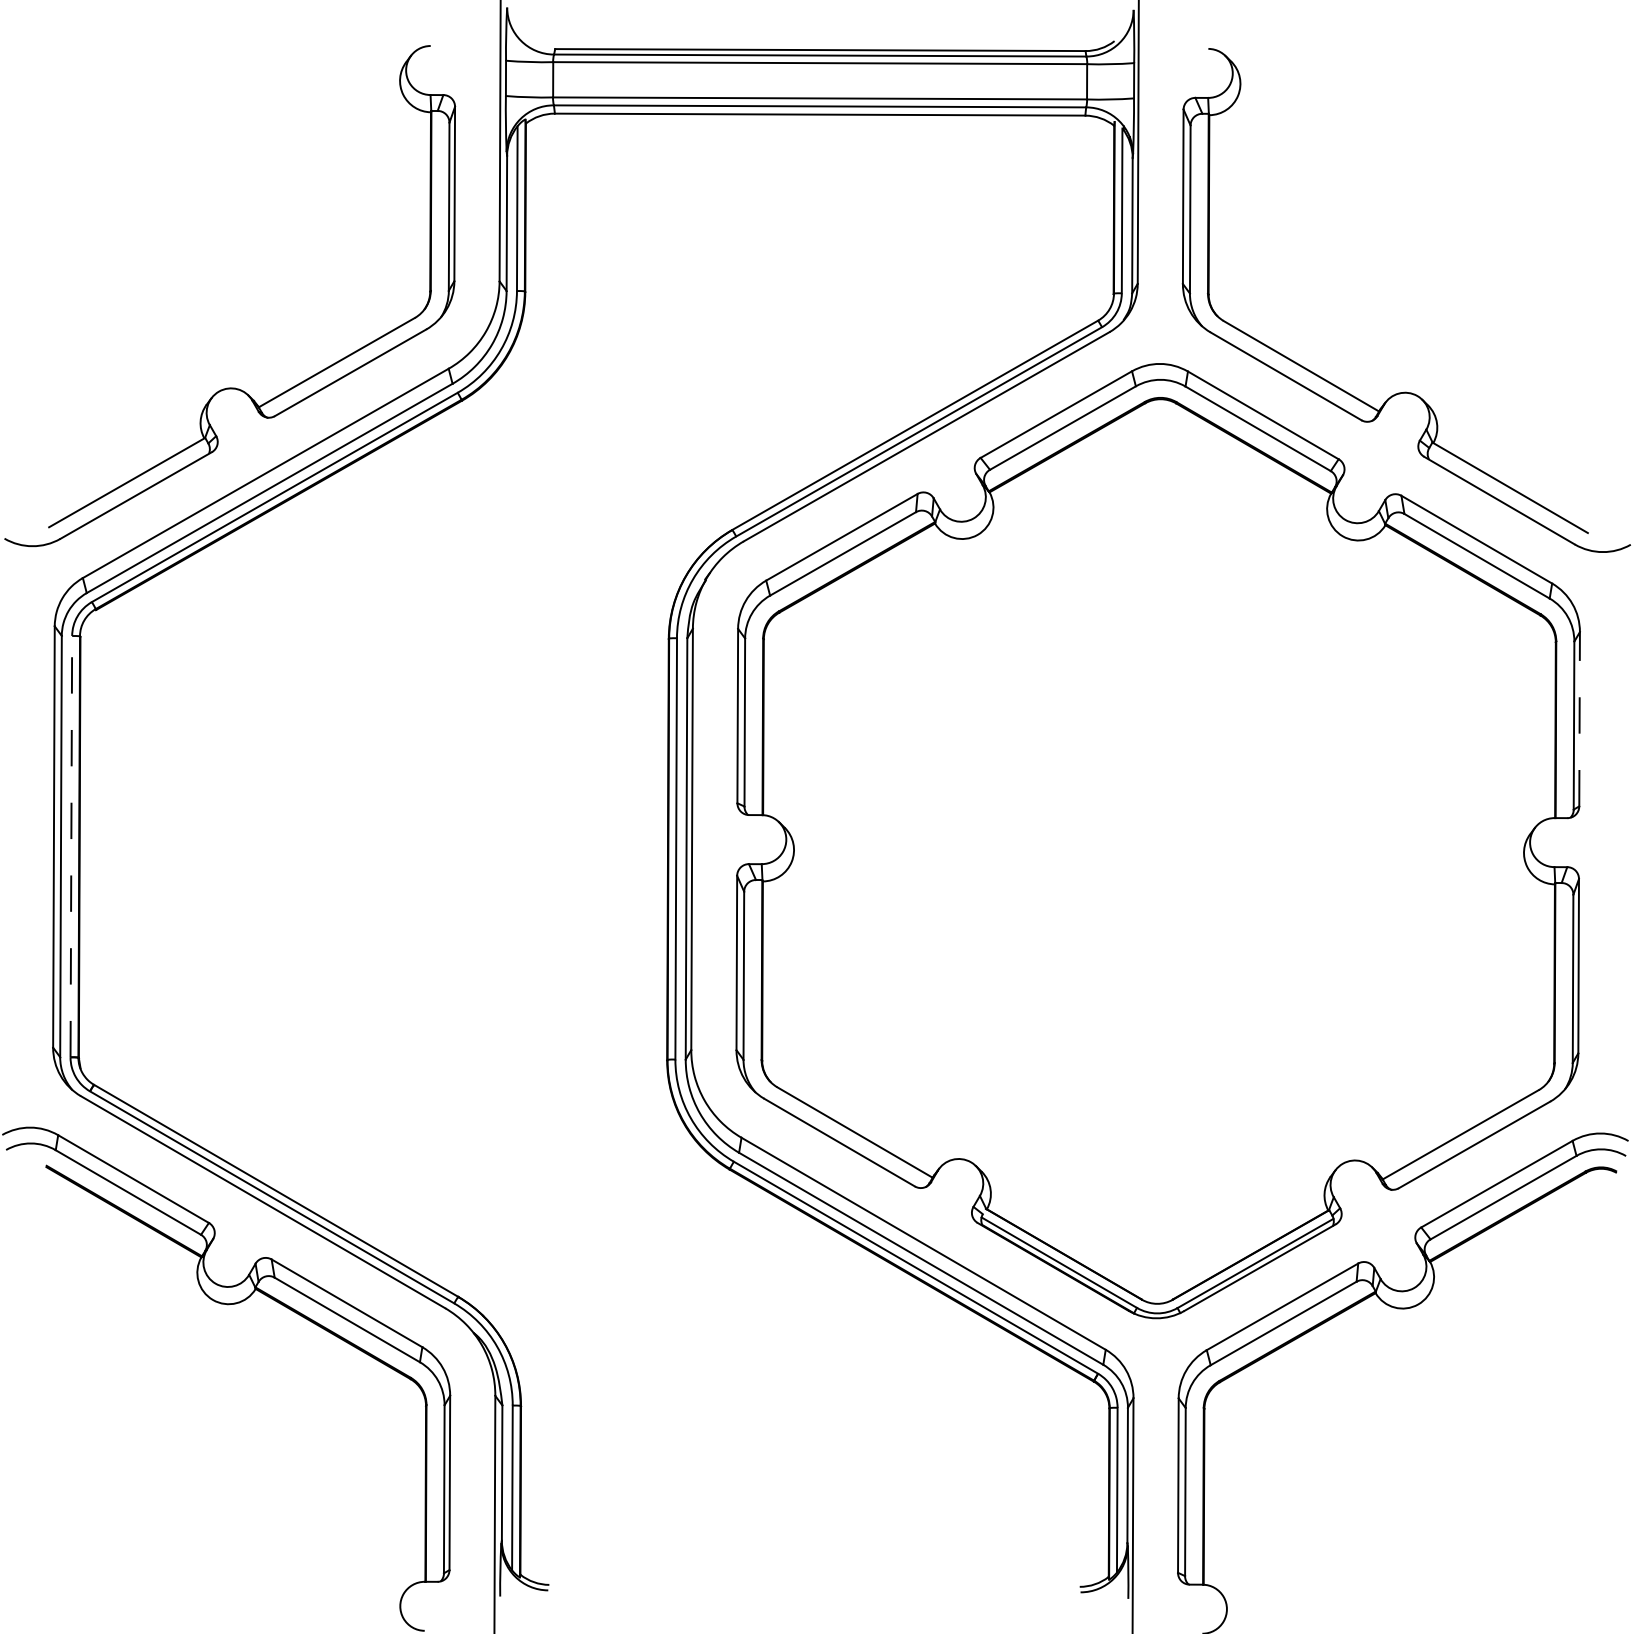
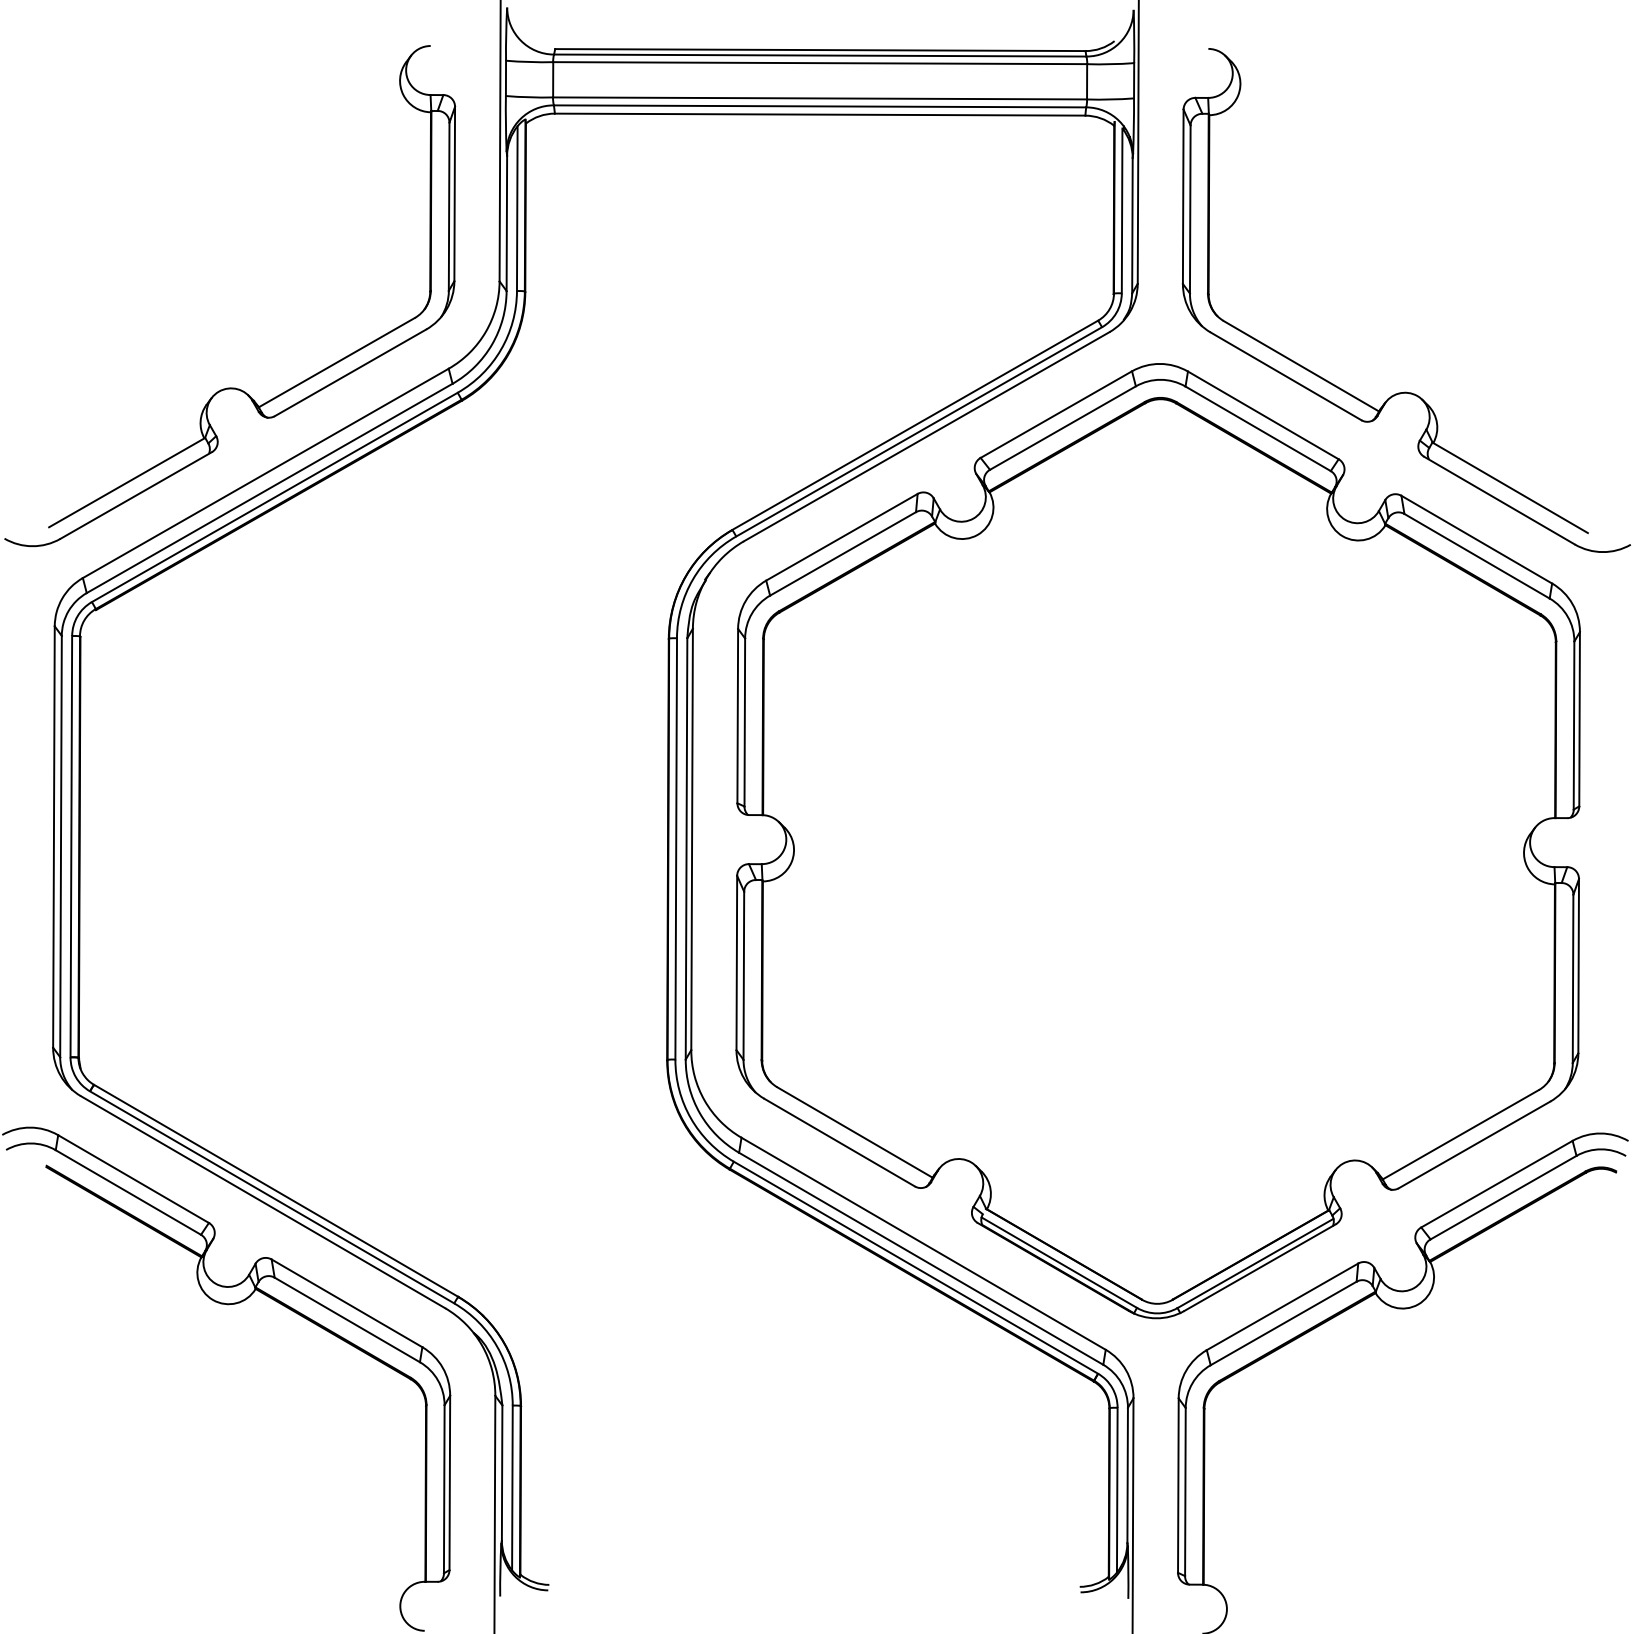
line at (1579, 718): dashed -> solid
line at (71, 846): dashed -> solid
